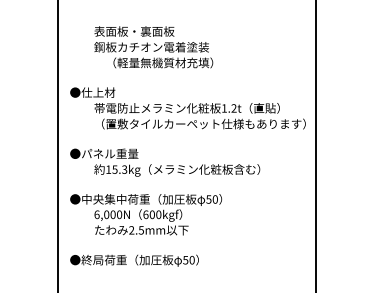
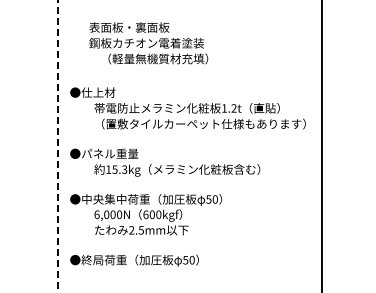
text at (153, 47) position: (153, 47) -> (148, 43)
line at (315, 145) position: (315, 145) -> (321, 145)
line at (57, 146): solid -> dashed
